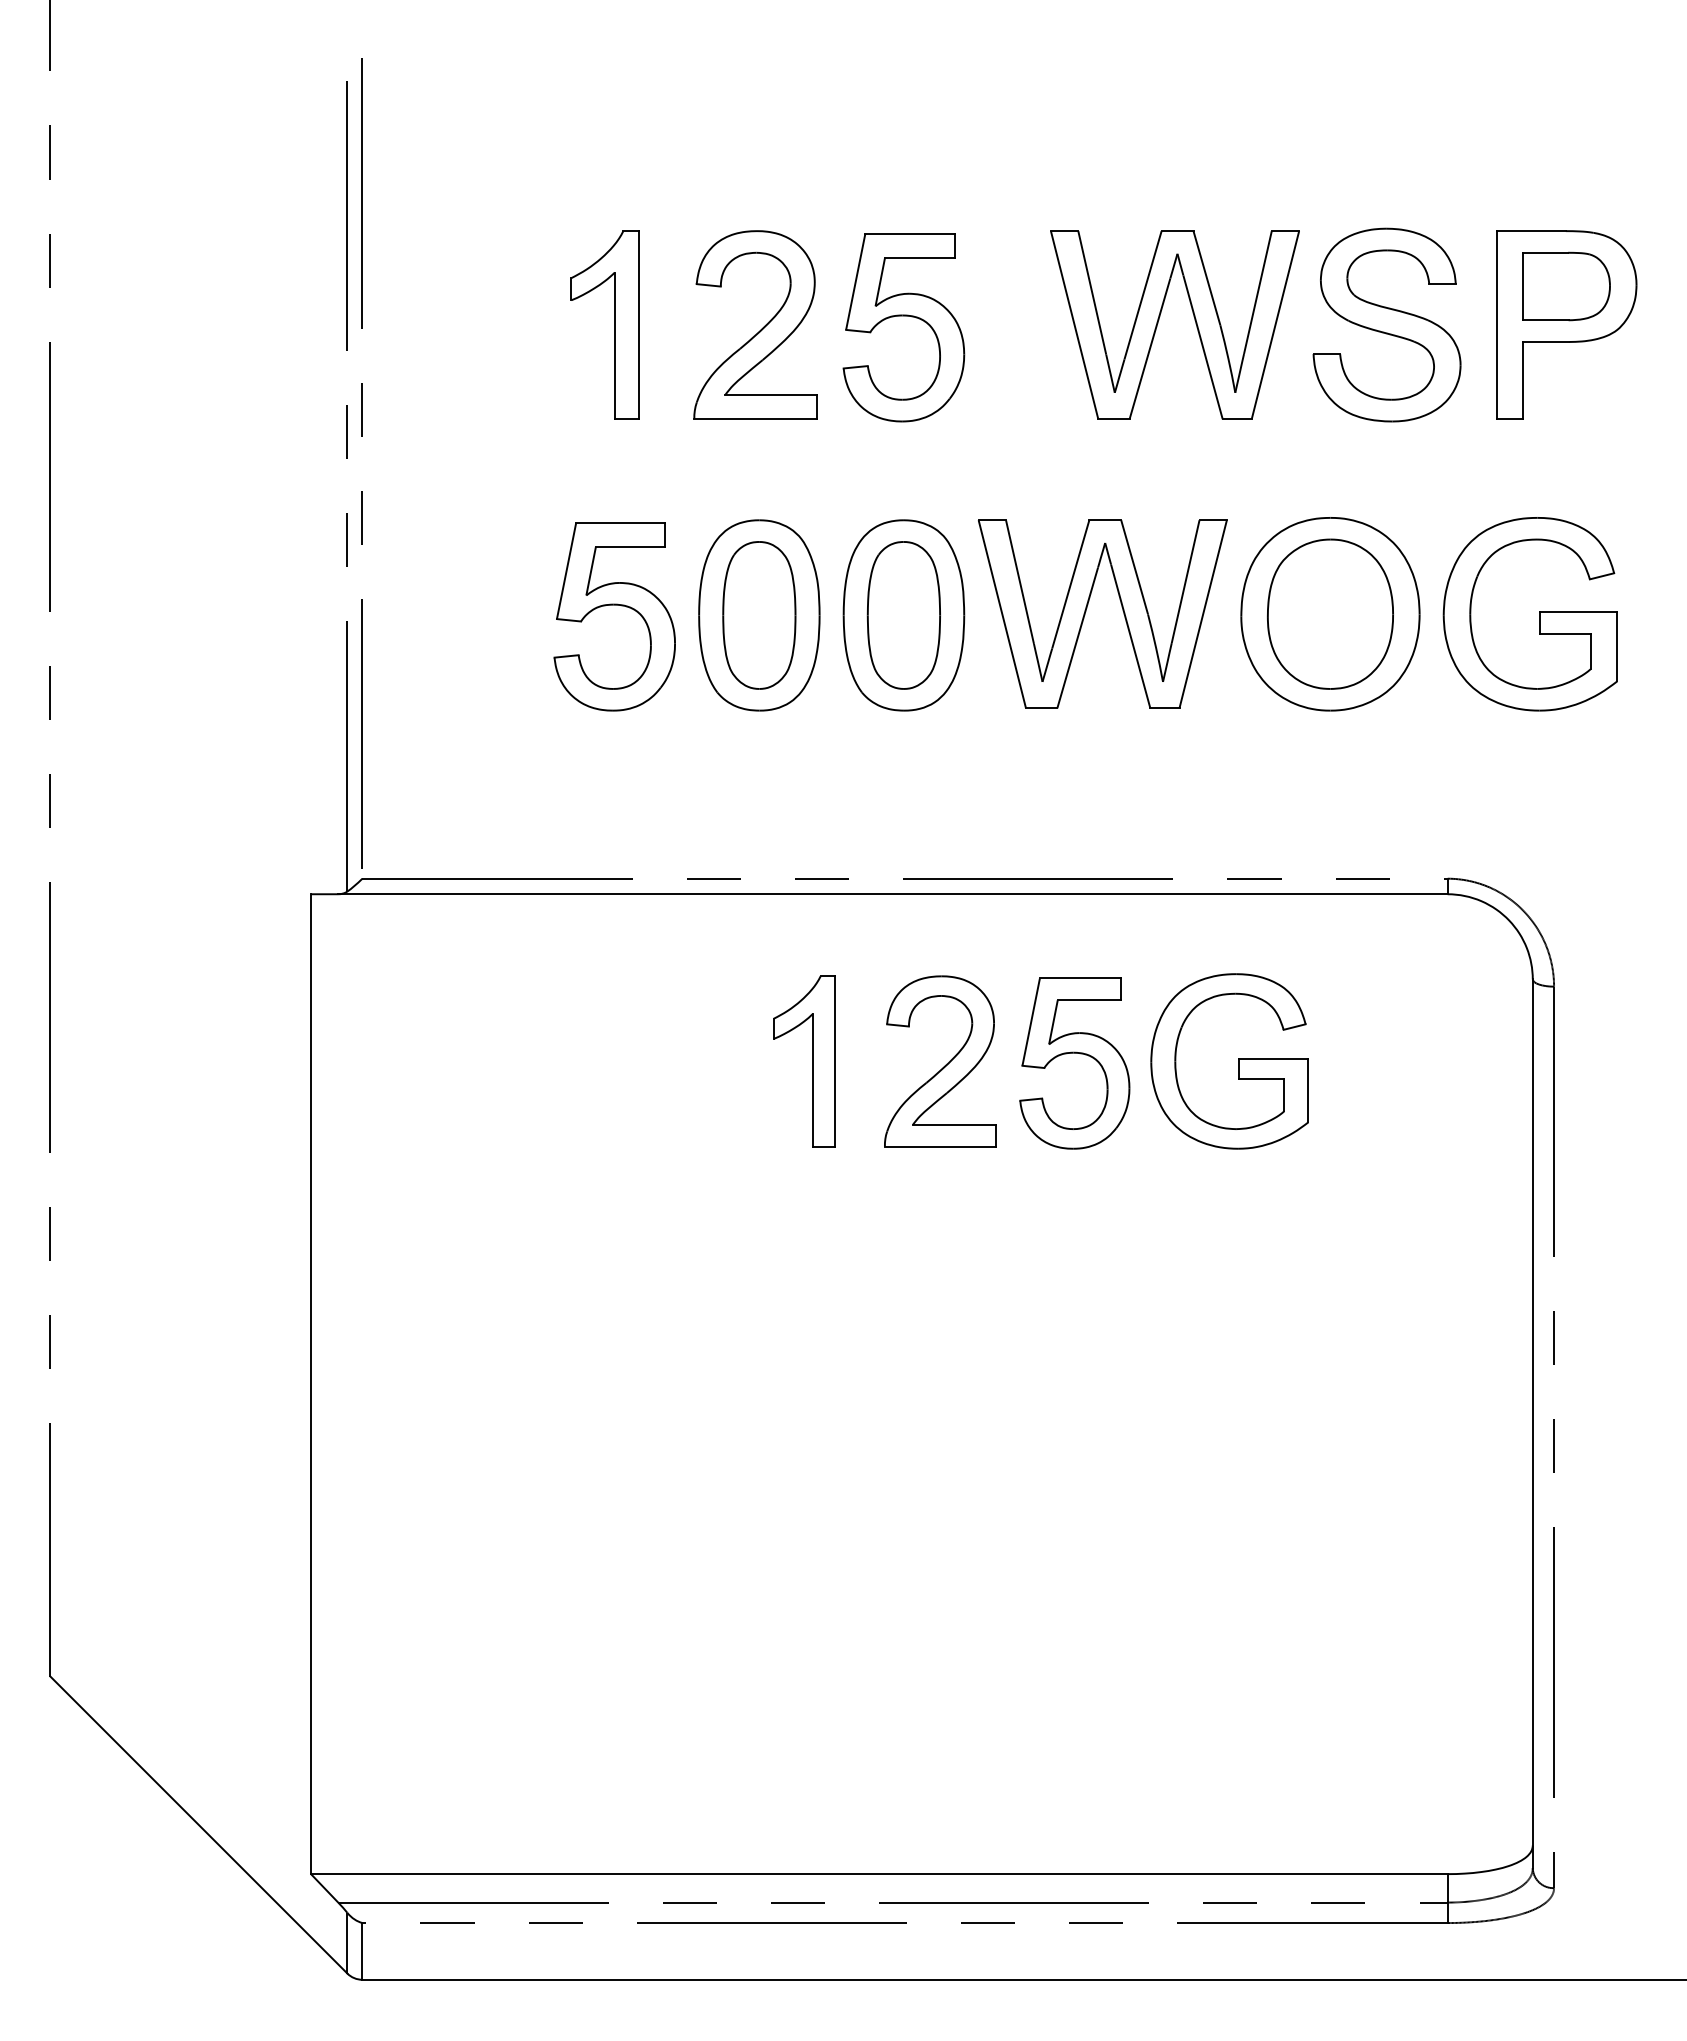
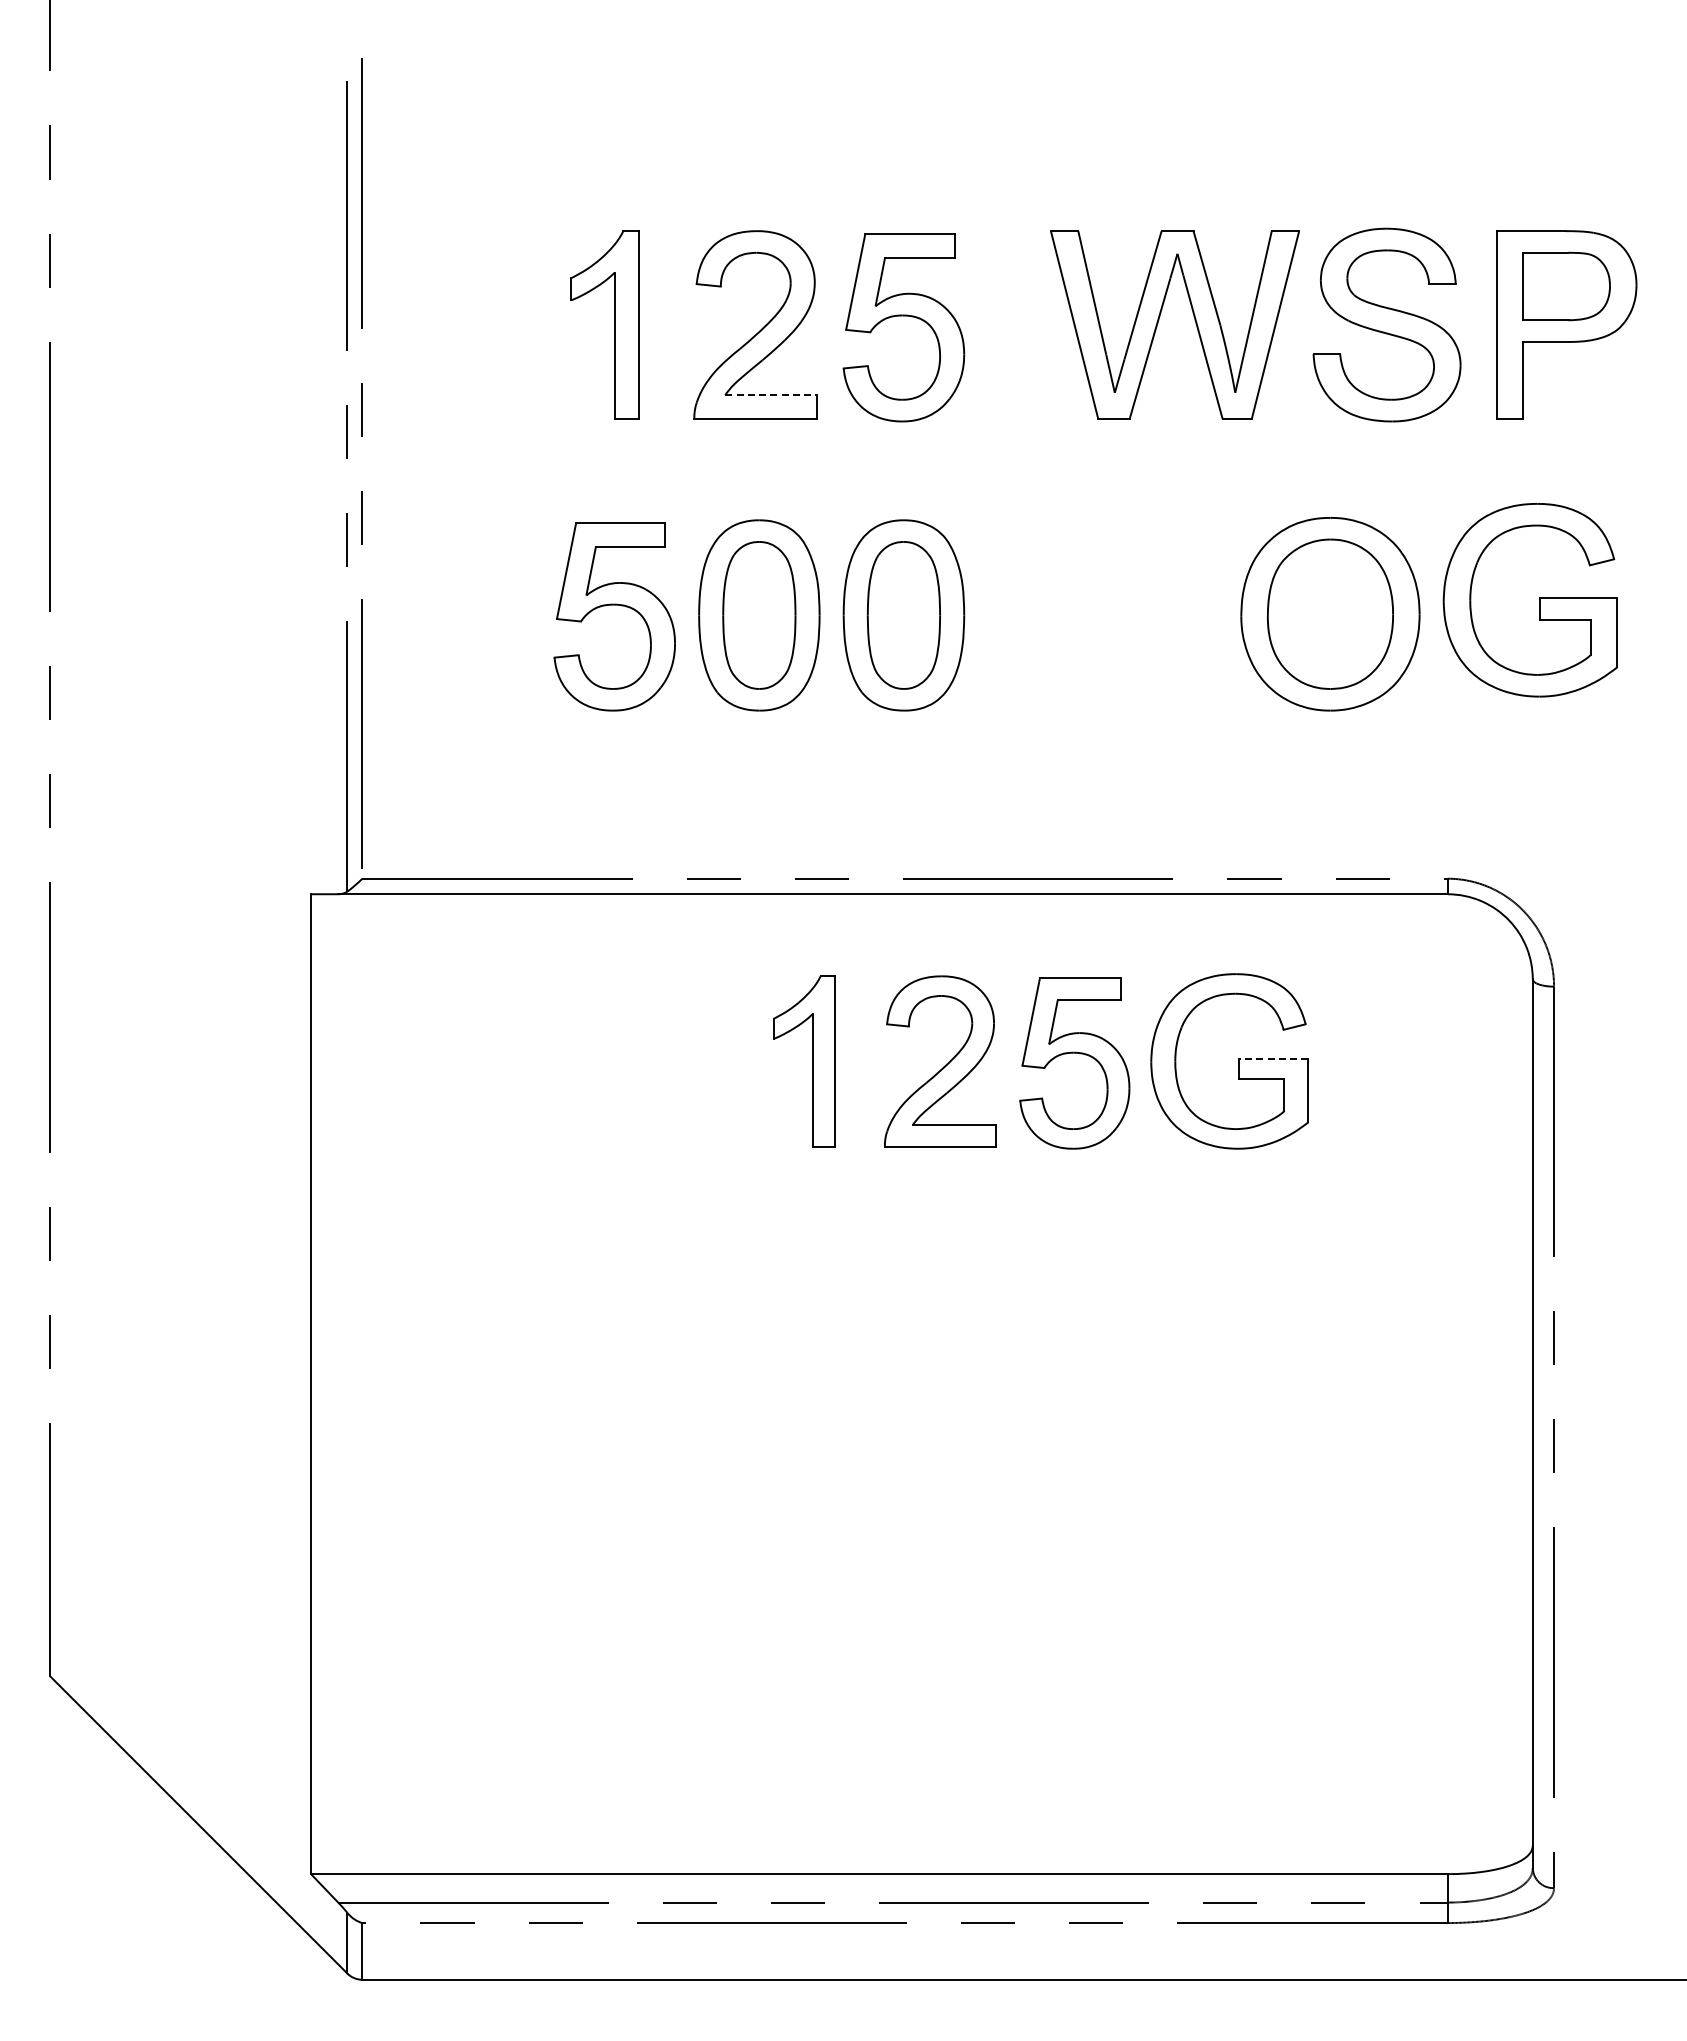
line at (771, 394): solid -> dashed
part at (1087, 608): present -> none
part at (1539, 614) position: (1539, 614) -> (1539, 600)
line at (1273, 1059): solid -> dashed
